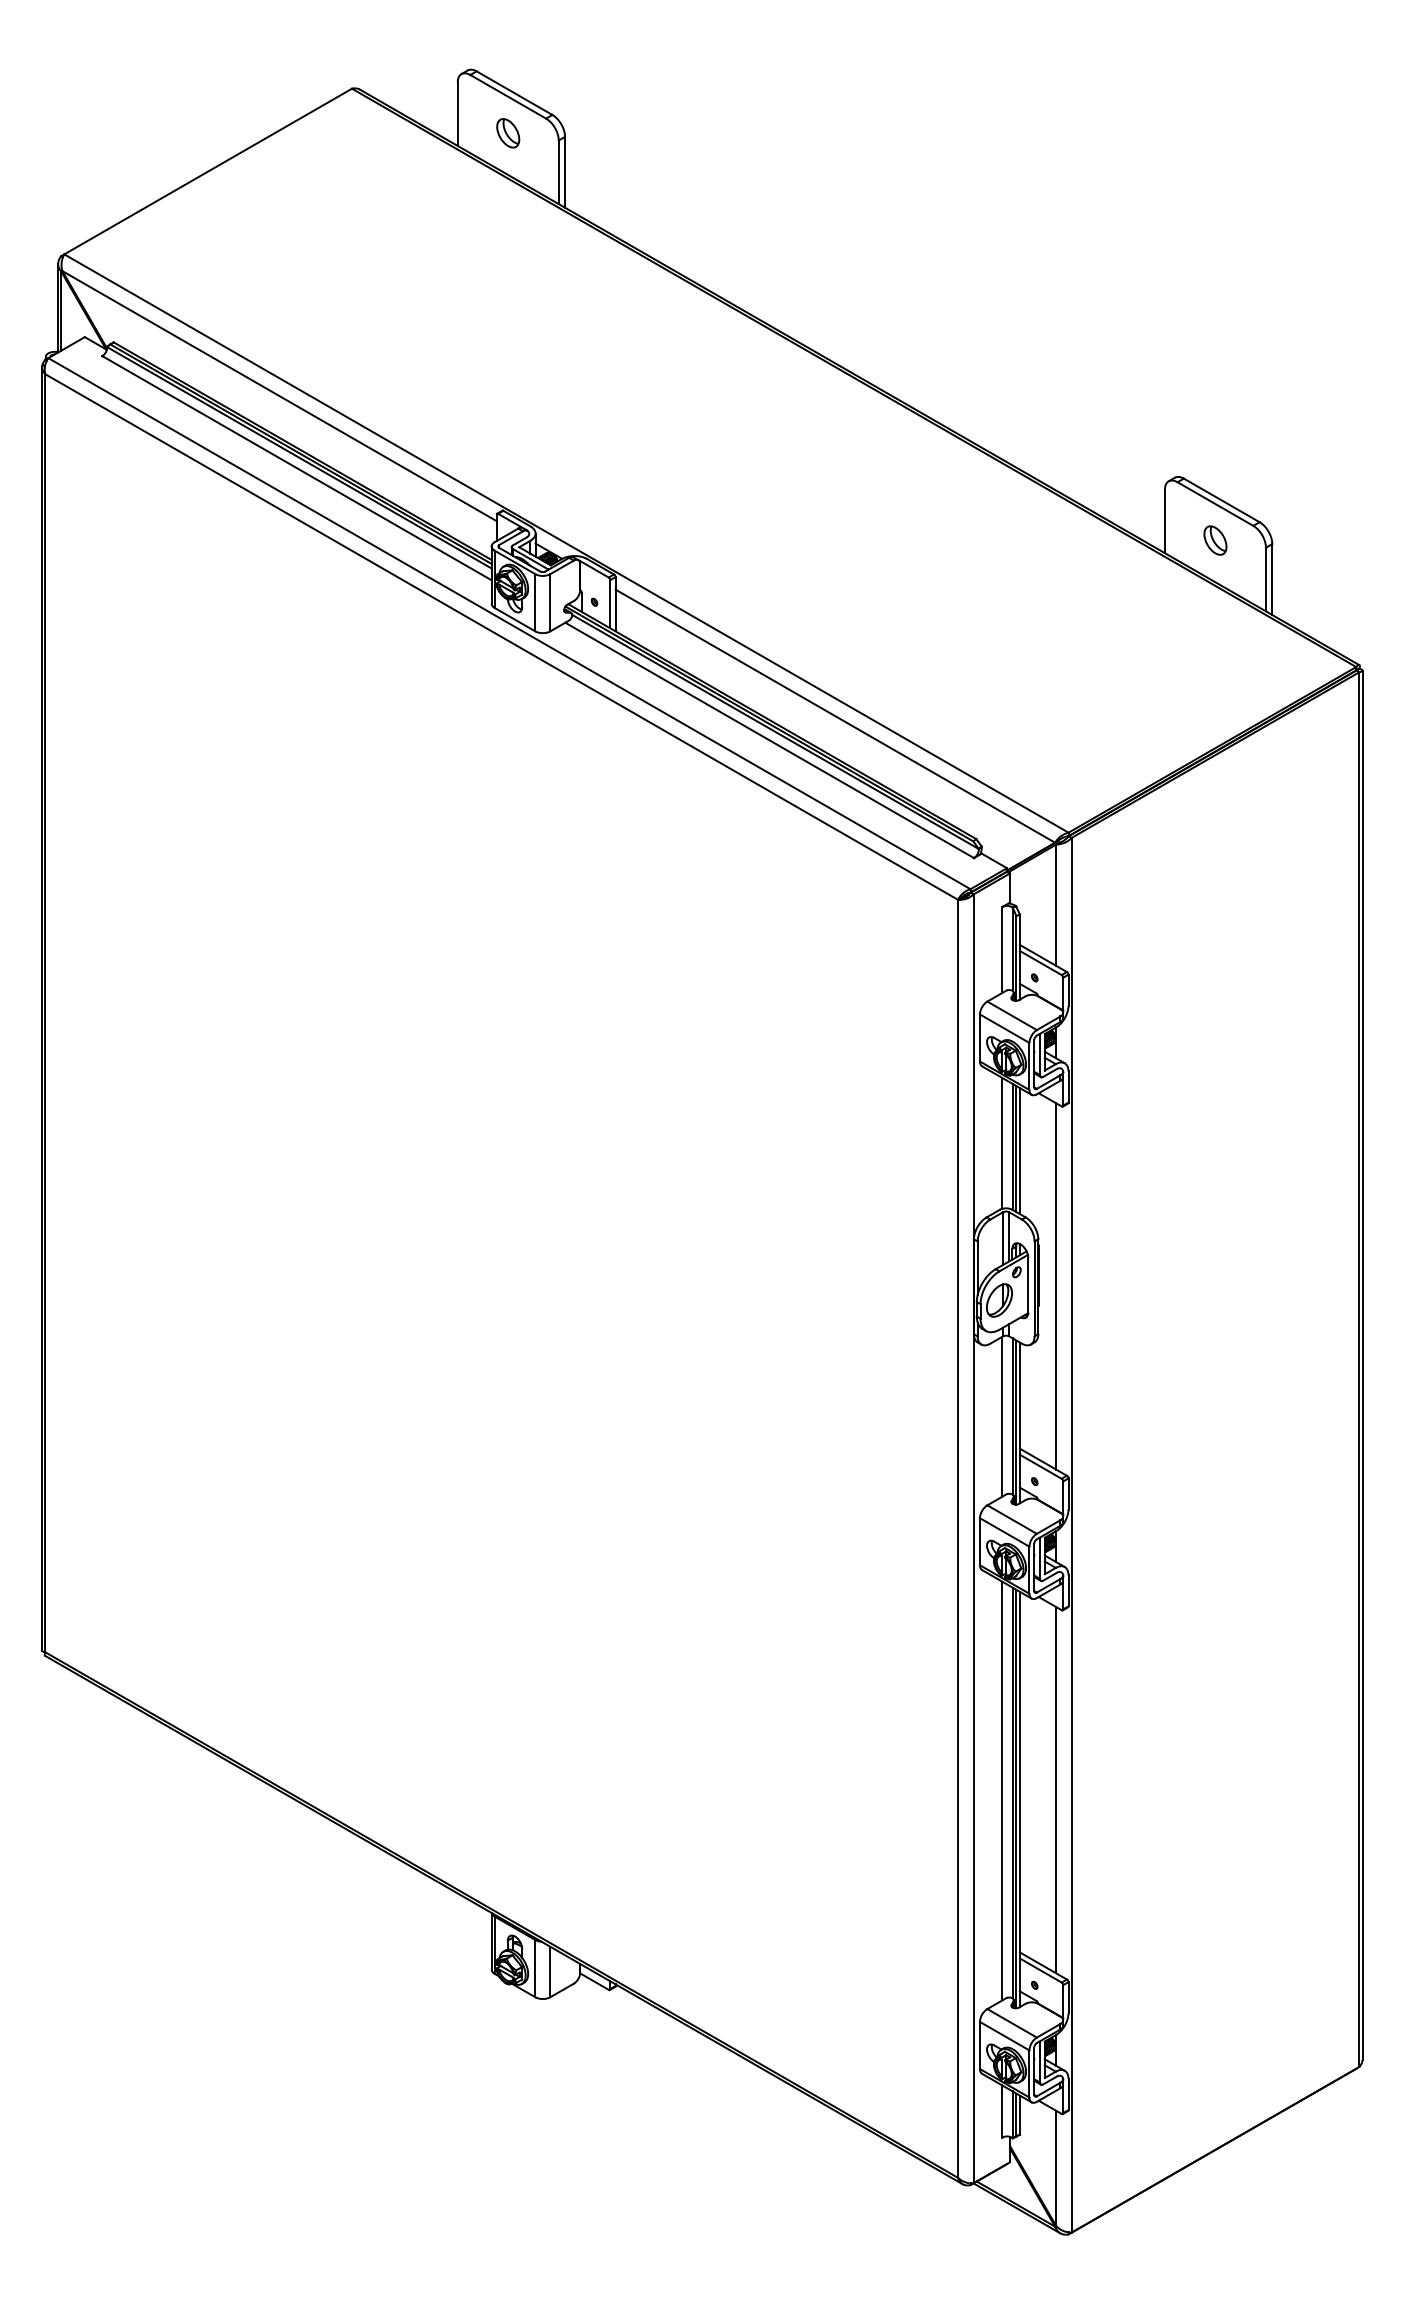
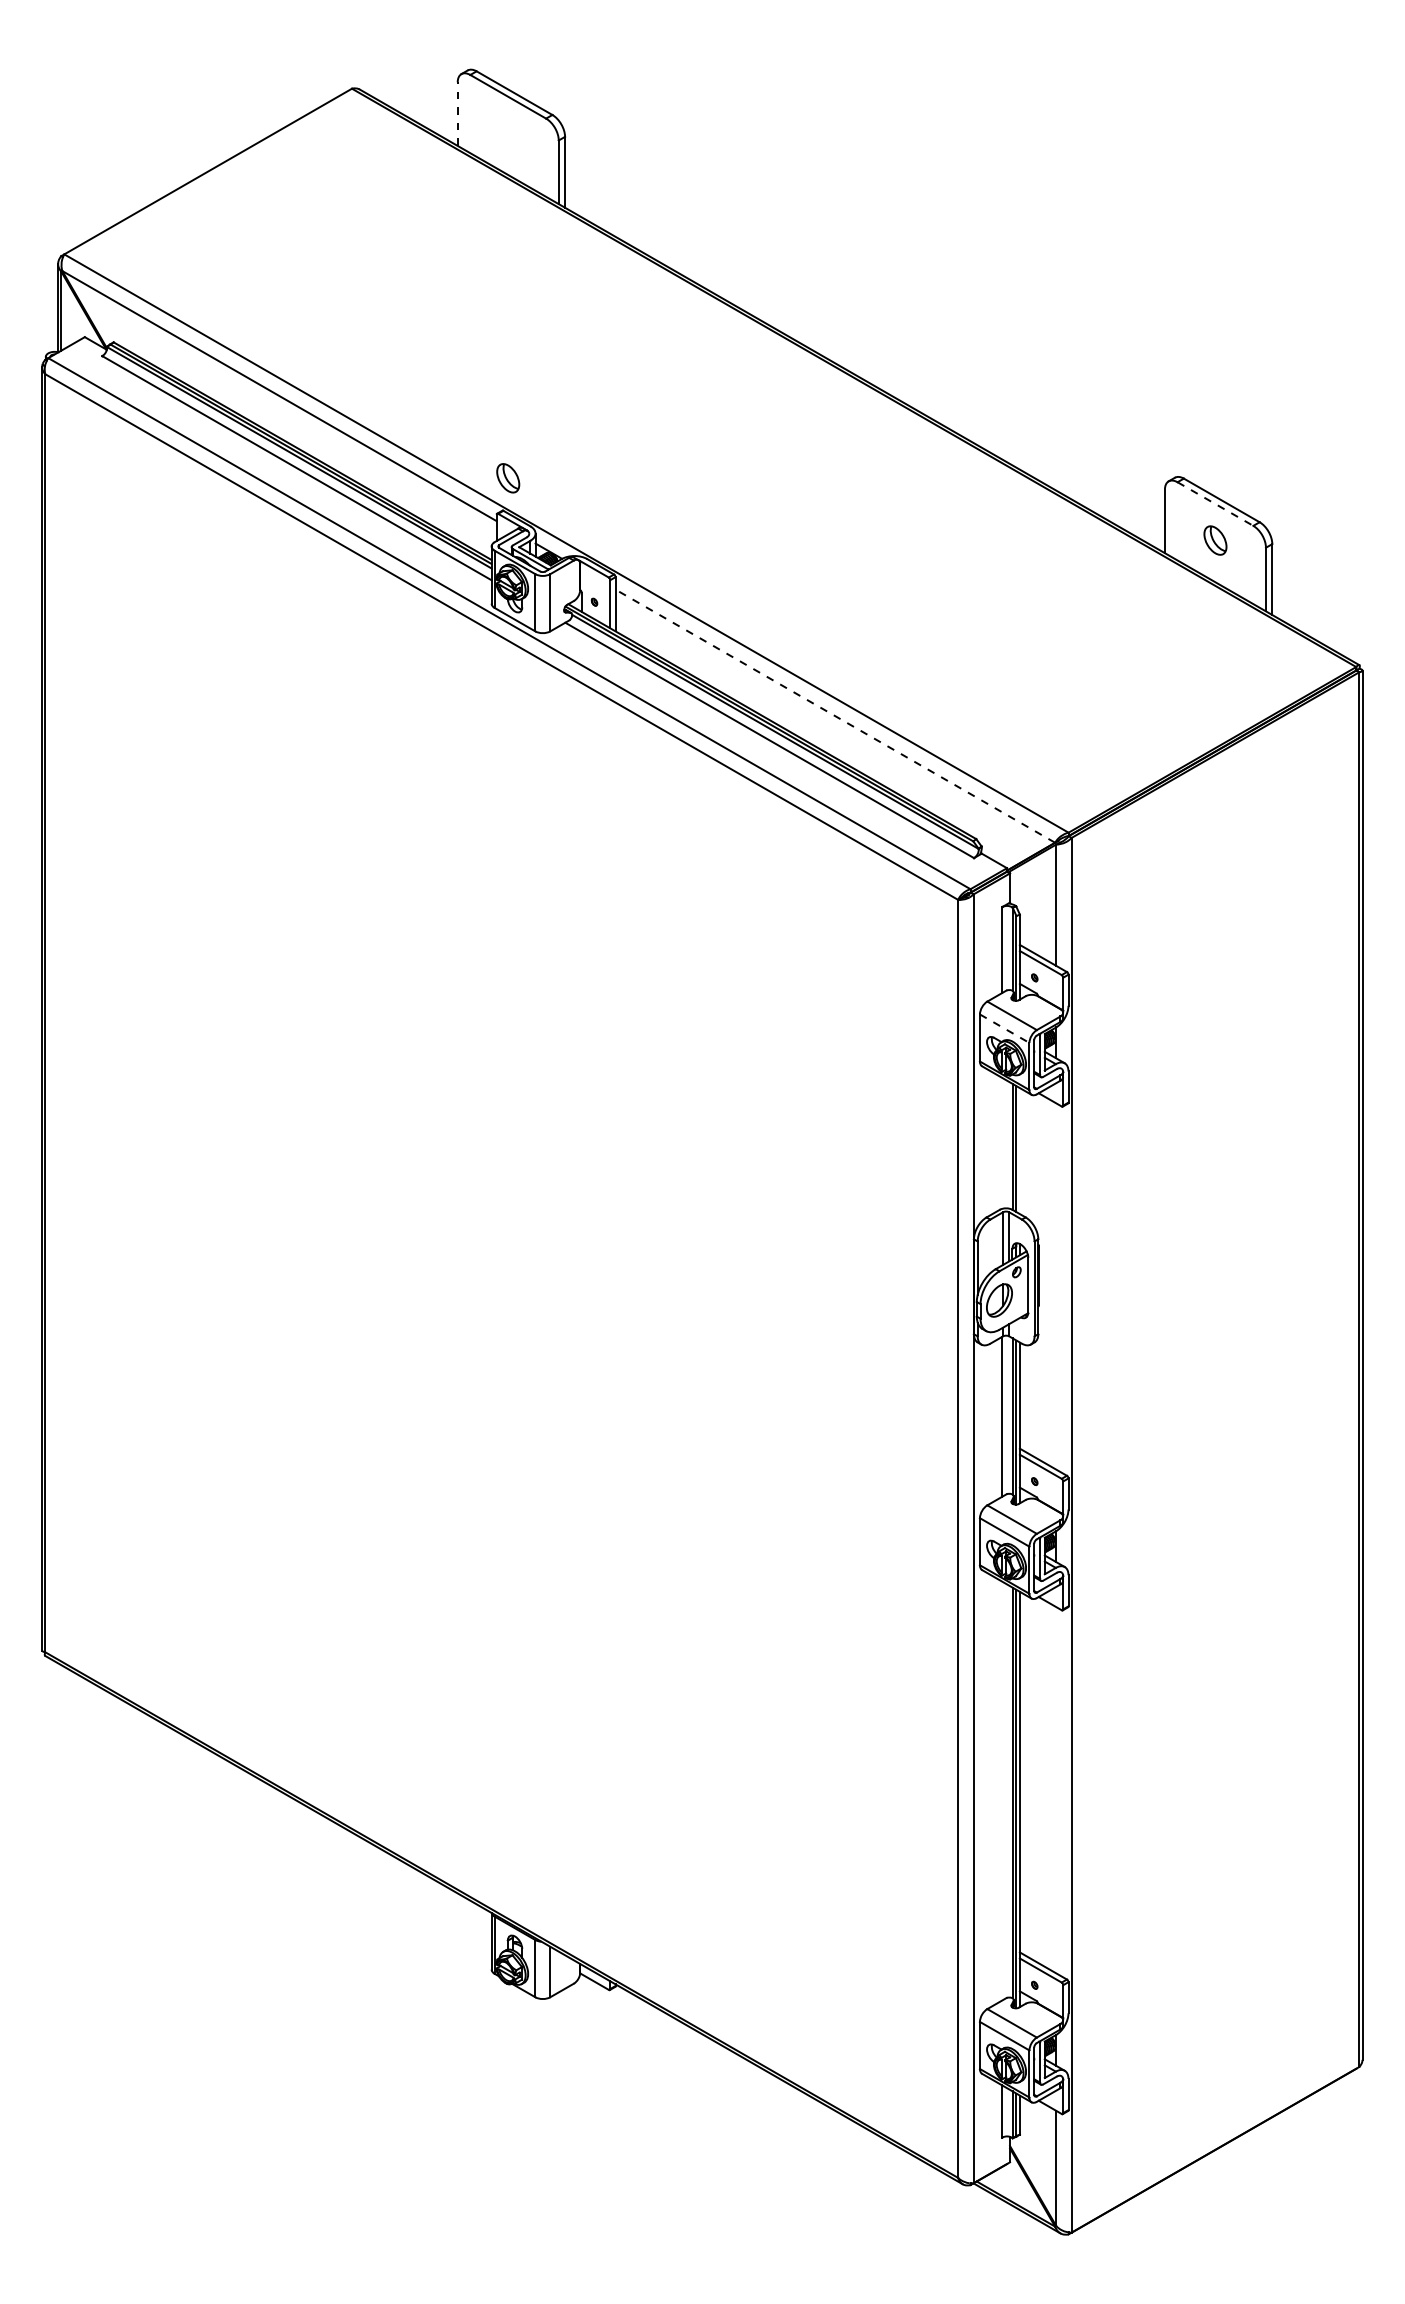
line at (457, 114): solid -> dashed
part at (508, 133) position: (508, 133) -> (508, 478)
line at (1215, 504): solid -> dashed
line at (835, 716): solid -> dashed
line at (1004, 1028): solid -> dashed
line at (1002, 1142): present -> none
line at (1019, 1151): present -> none
line at (1056, 1286): present -> none
line at (1002, 1790): present -> none
line at (1056, 1790): present -> none
